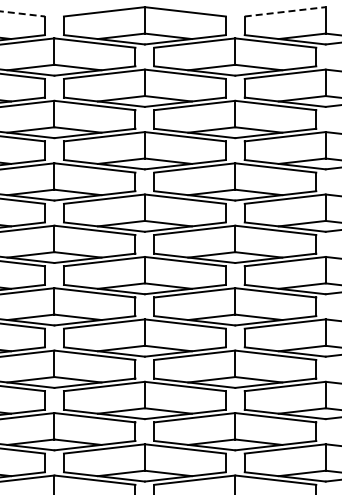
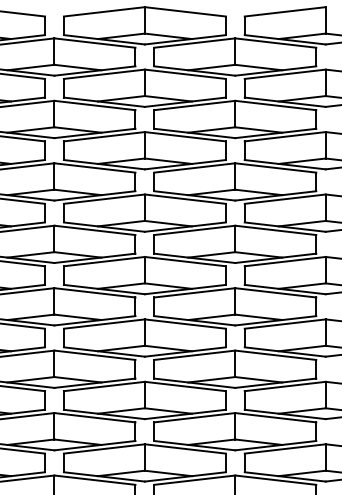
line at (285, 11): dashed -> solid
line at (23, 14): dashed -> solid
